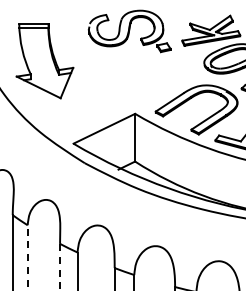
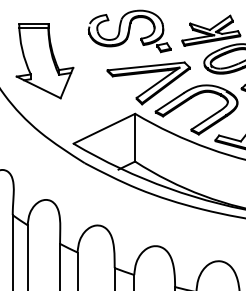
part at (148, 83): none -> present
line at (27, 257): dashed -> solid
line at (60, 267): dashed -> solid
